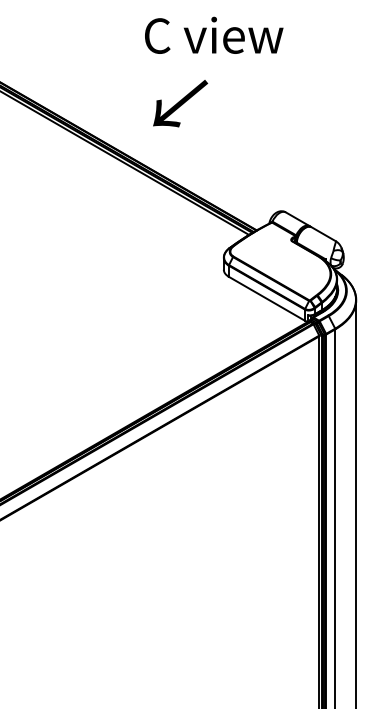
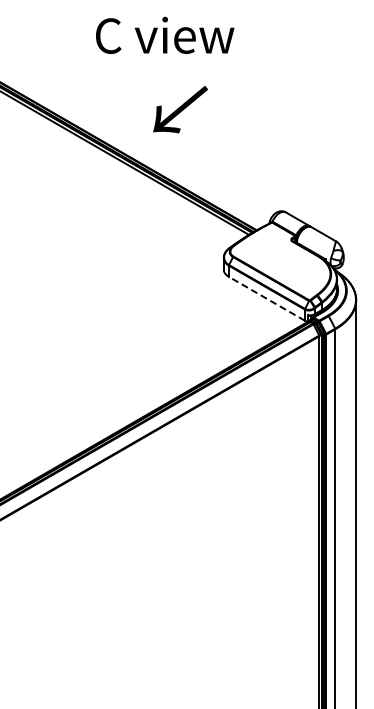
text at (214, 34) position: (214, 34) -> (165, 34)
text at (180, 103) position: (180, 103) -> (180, 109)
line at (266, 298): solid -> dashed
